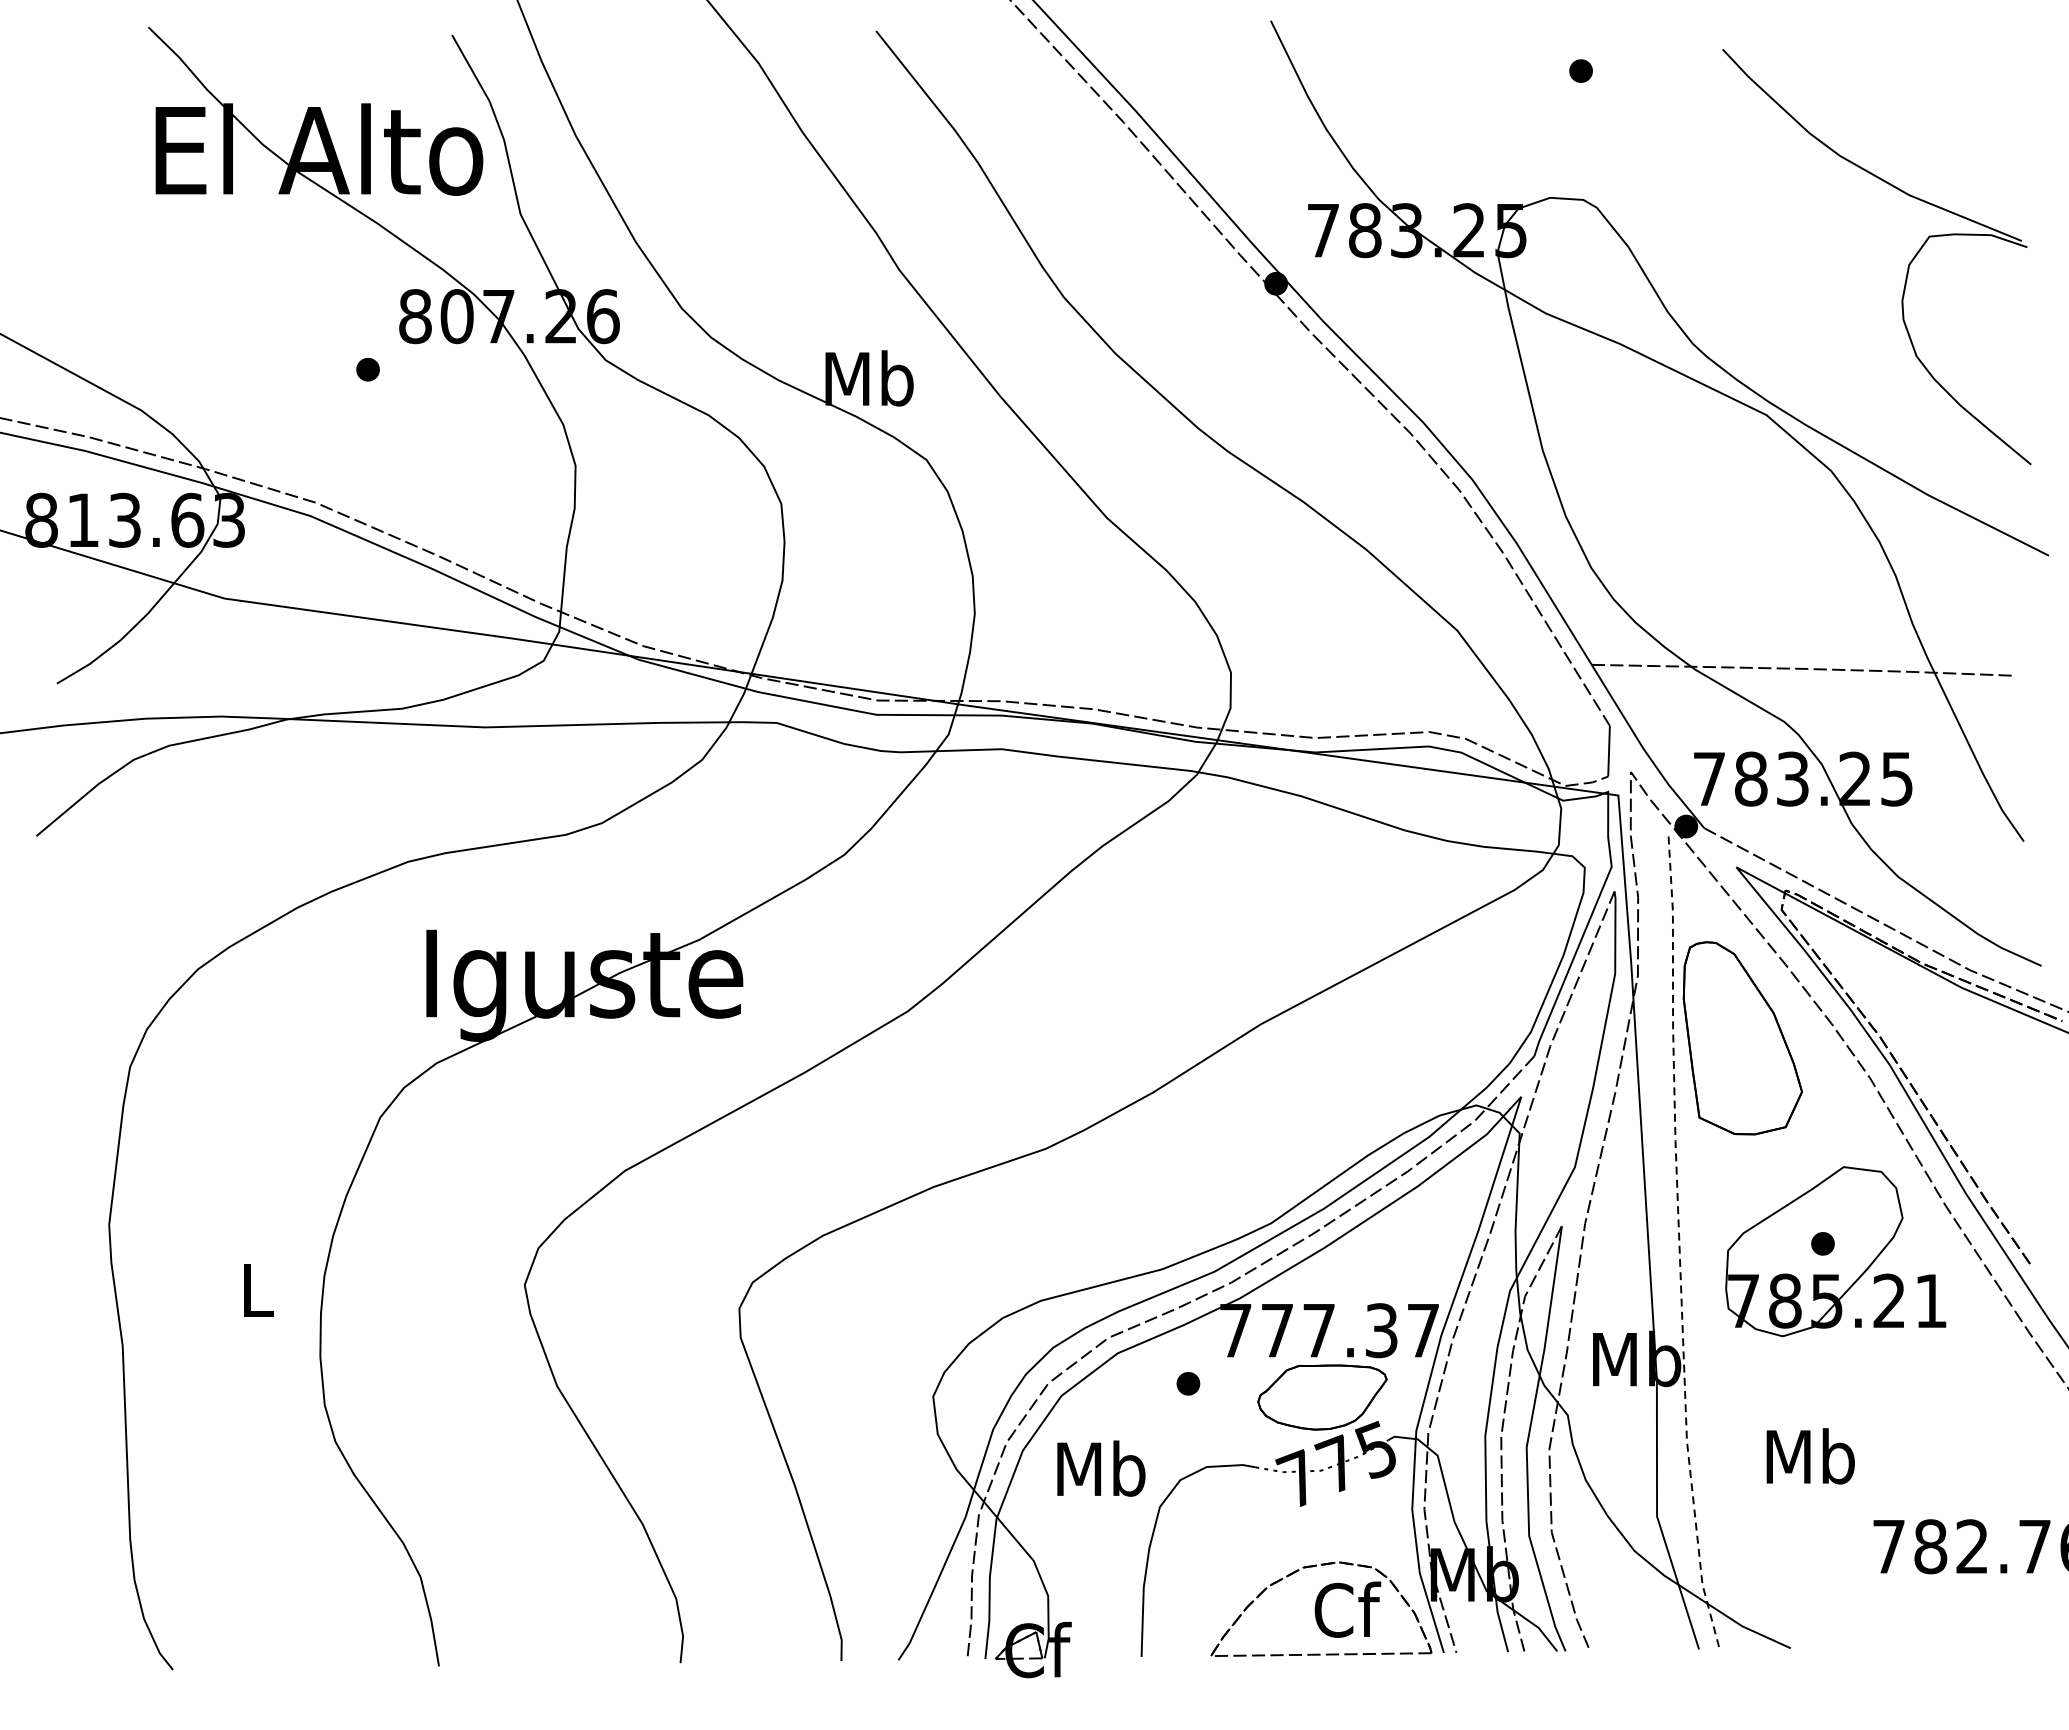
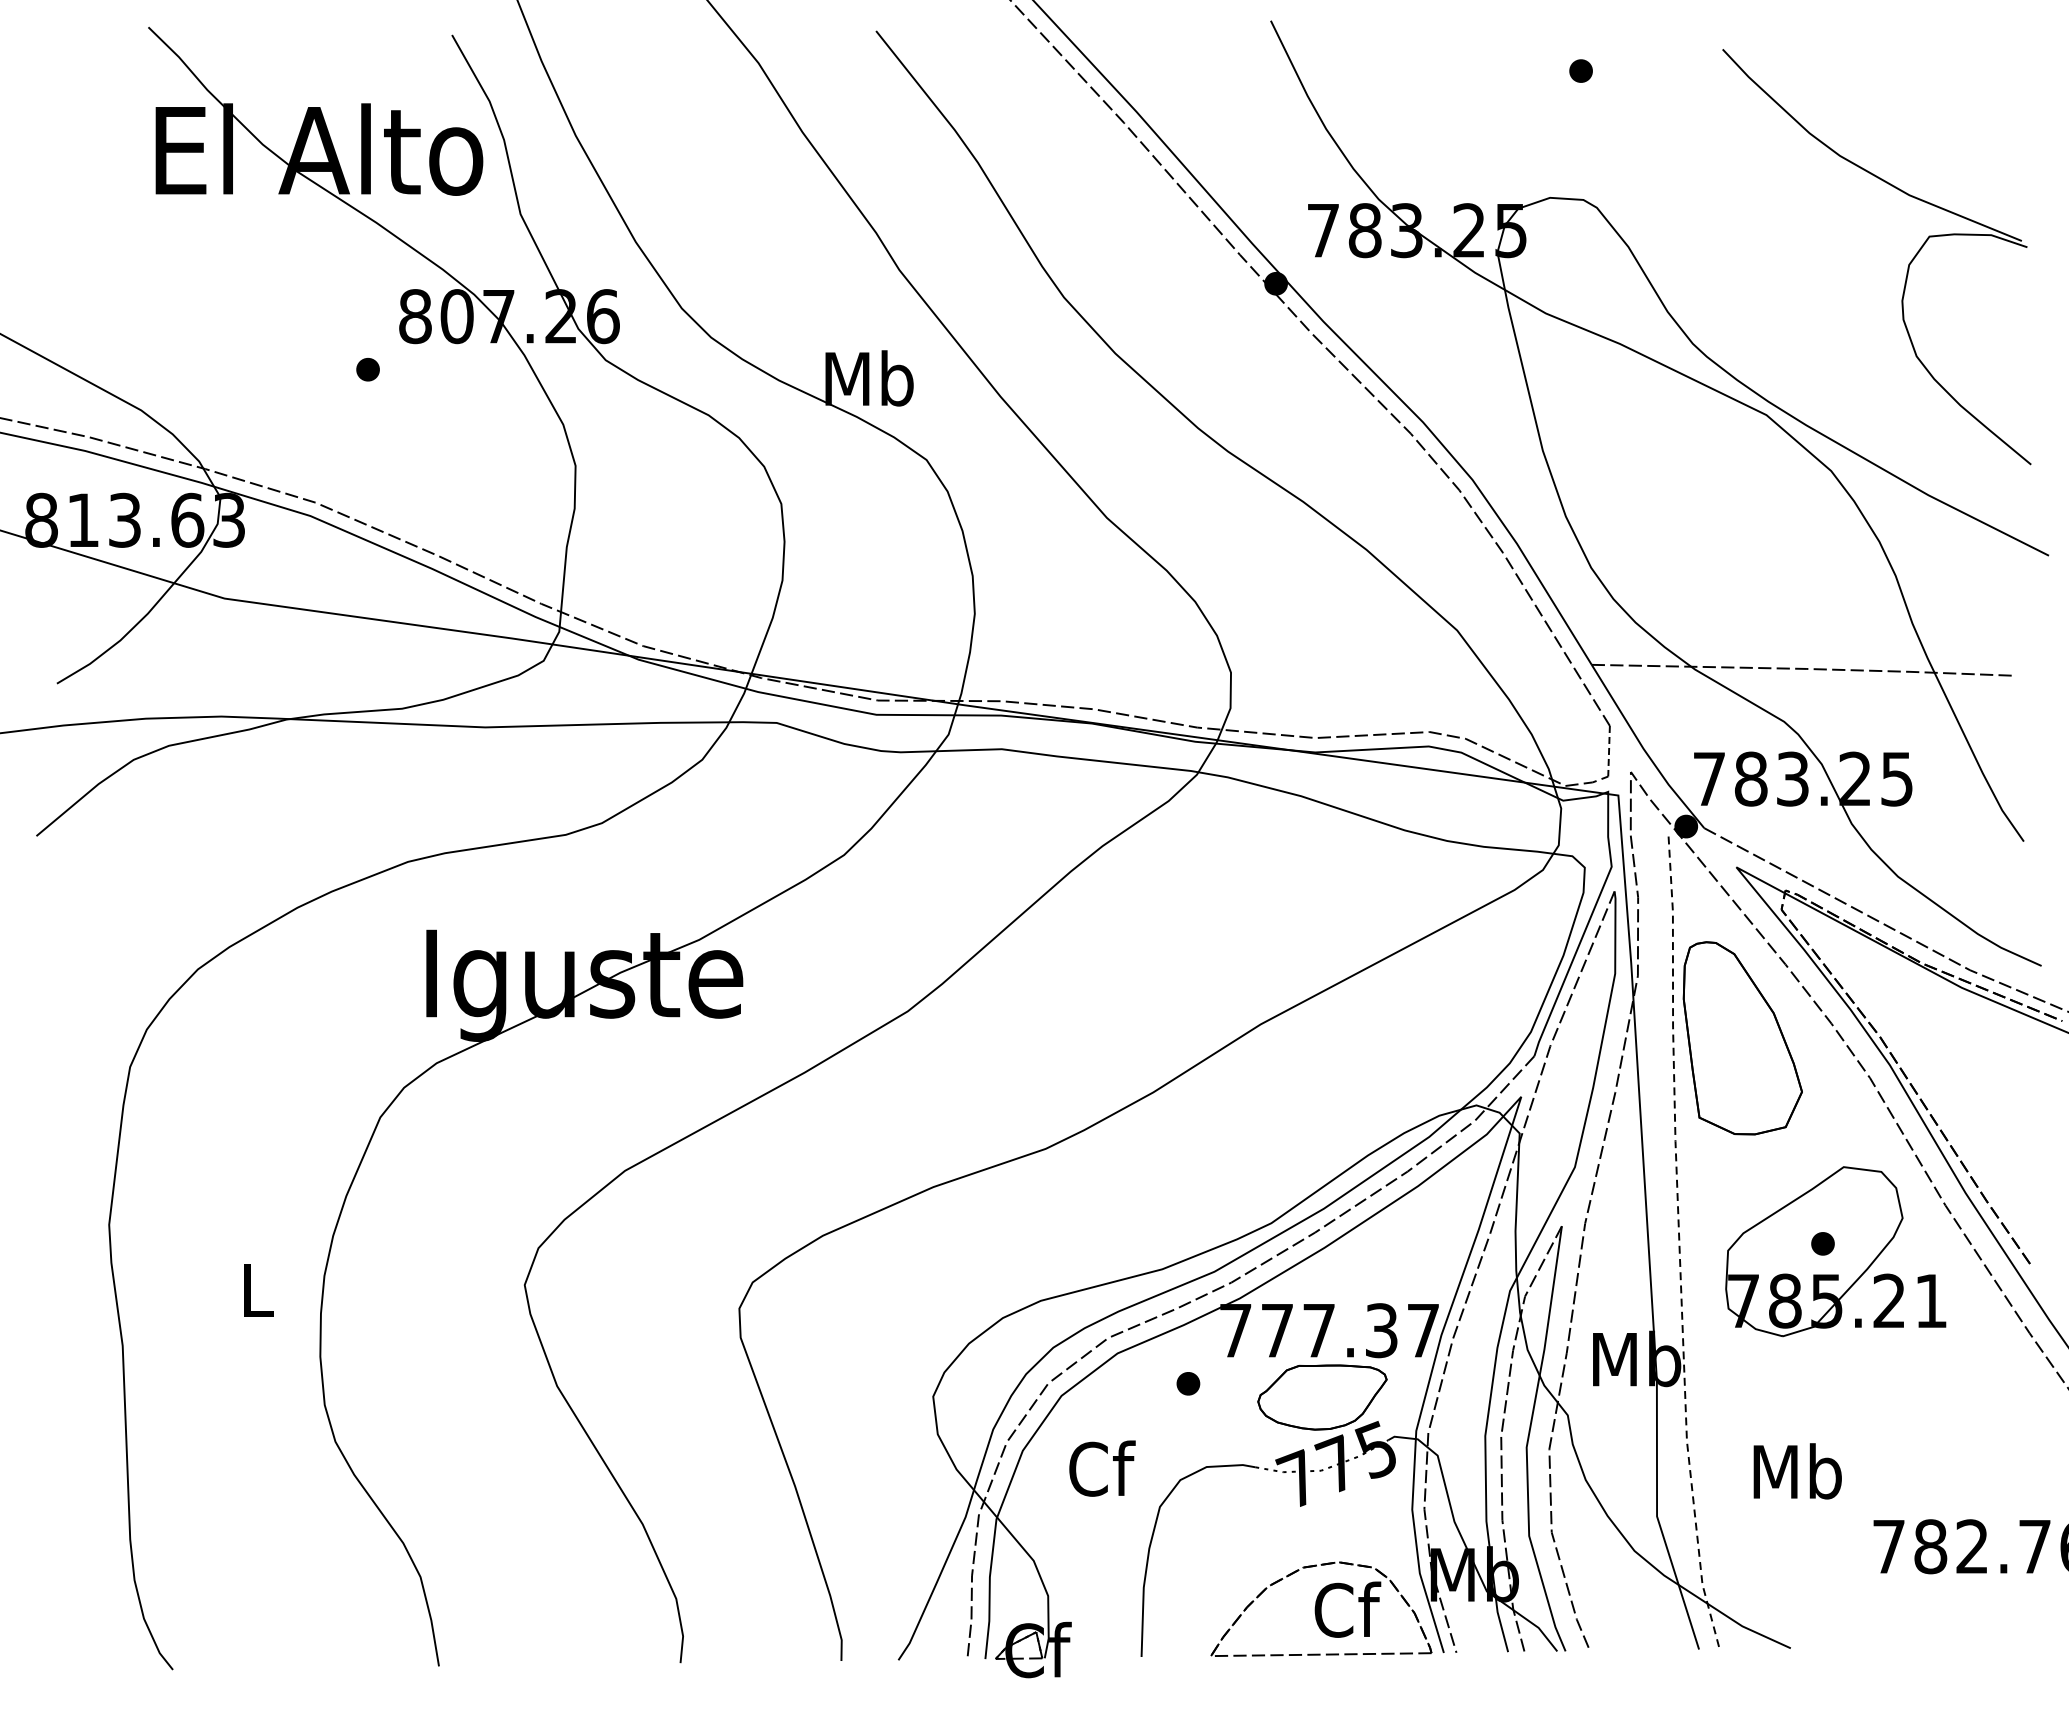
line at (1609, 751): solid -> dashed
text at (1810, 1456) position: (1810, 1456) -> (1797, 1471)
text at (1101, 1468): Mb -> Cf
